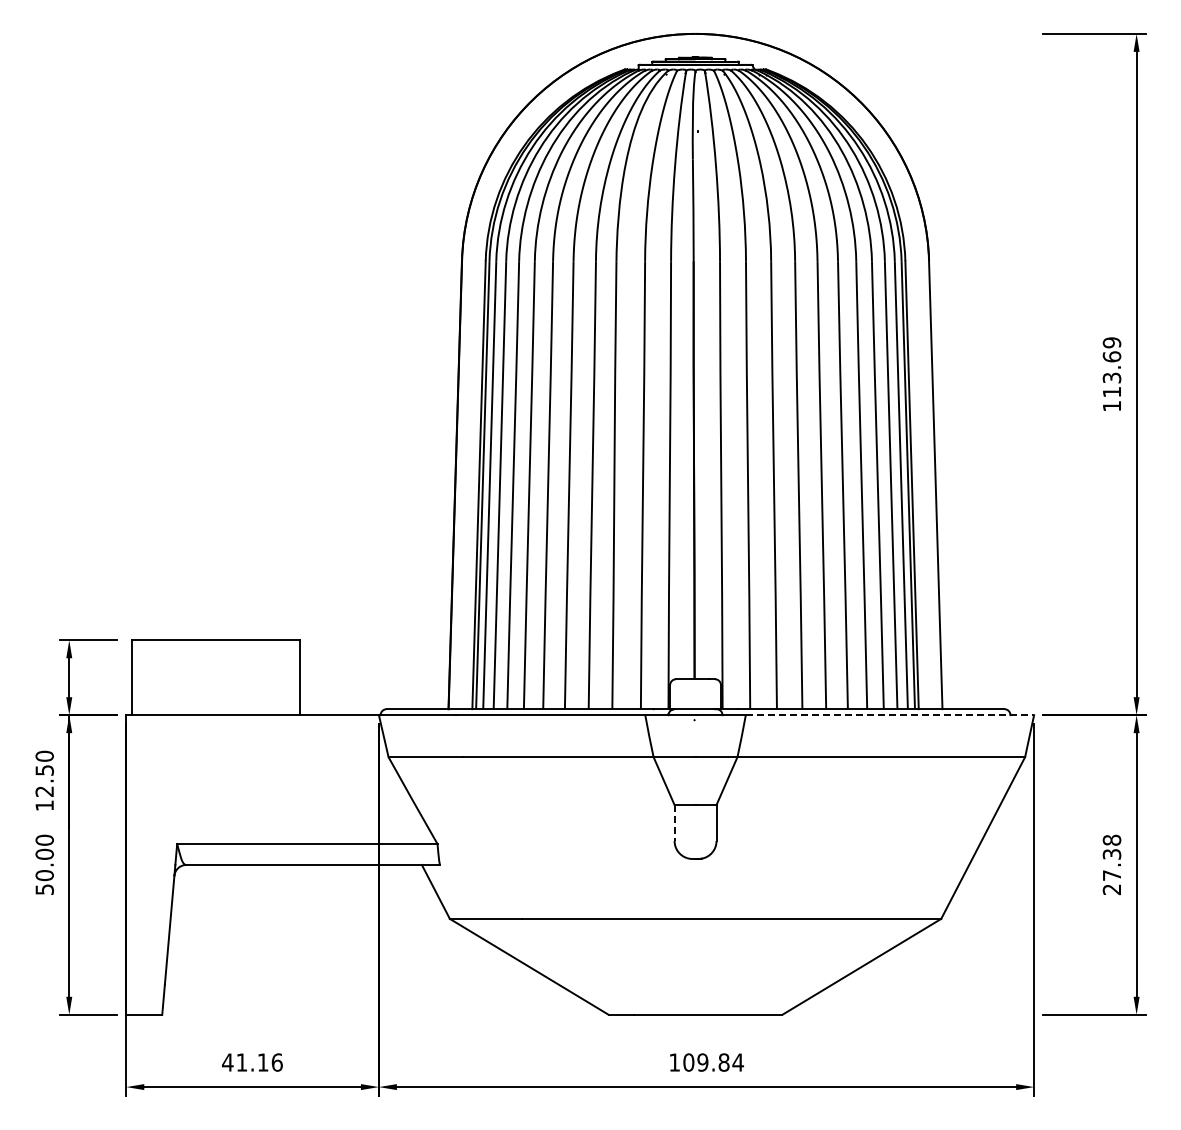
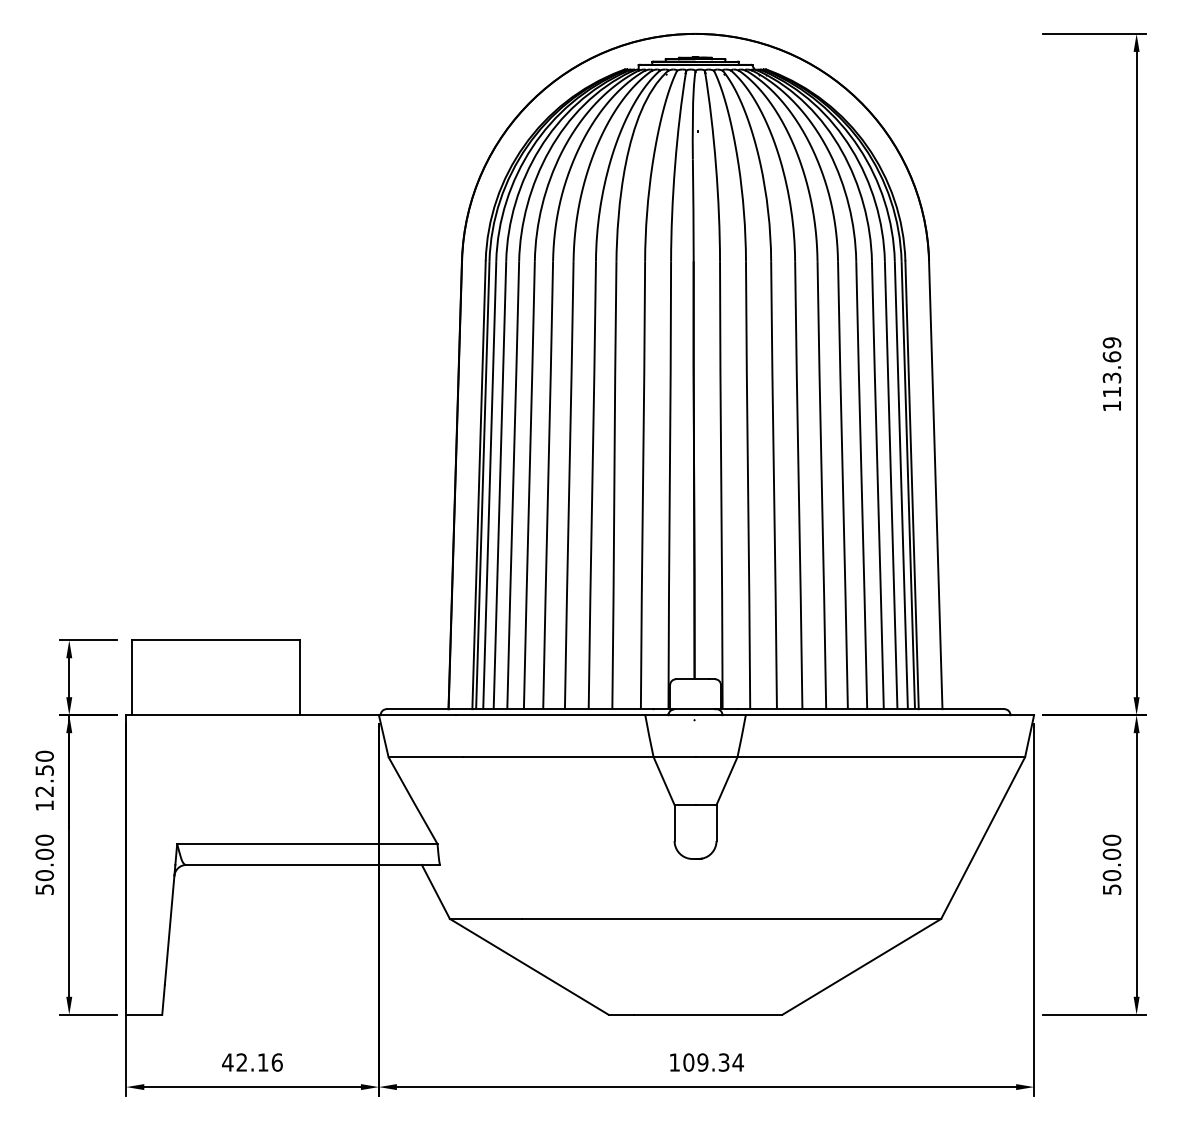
line at (890, 715): dashed -> solid
line at (674, 823): dashed -> solid
text at (1111, 864): 27.38 -> 50.00
text at (241, 1062): 41.16 -> 42.16
text at (723, 1062): 109.84 -> 109.34
